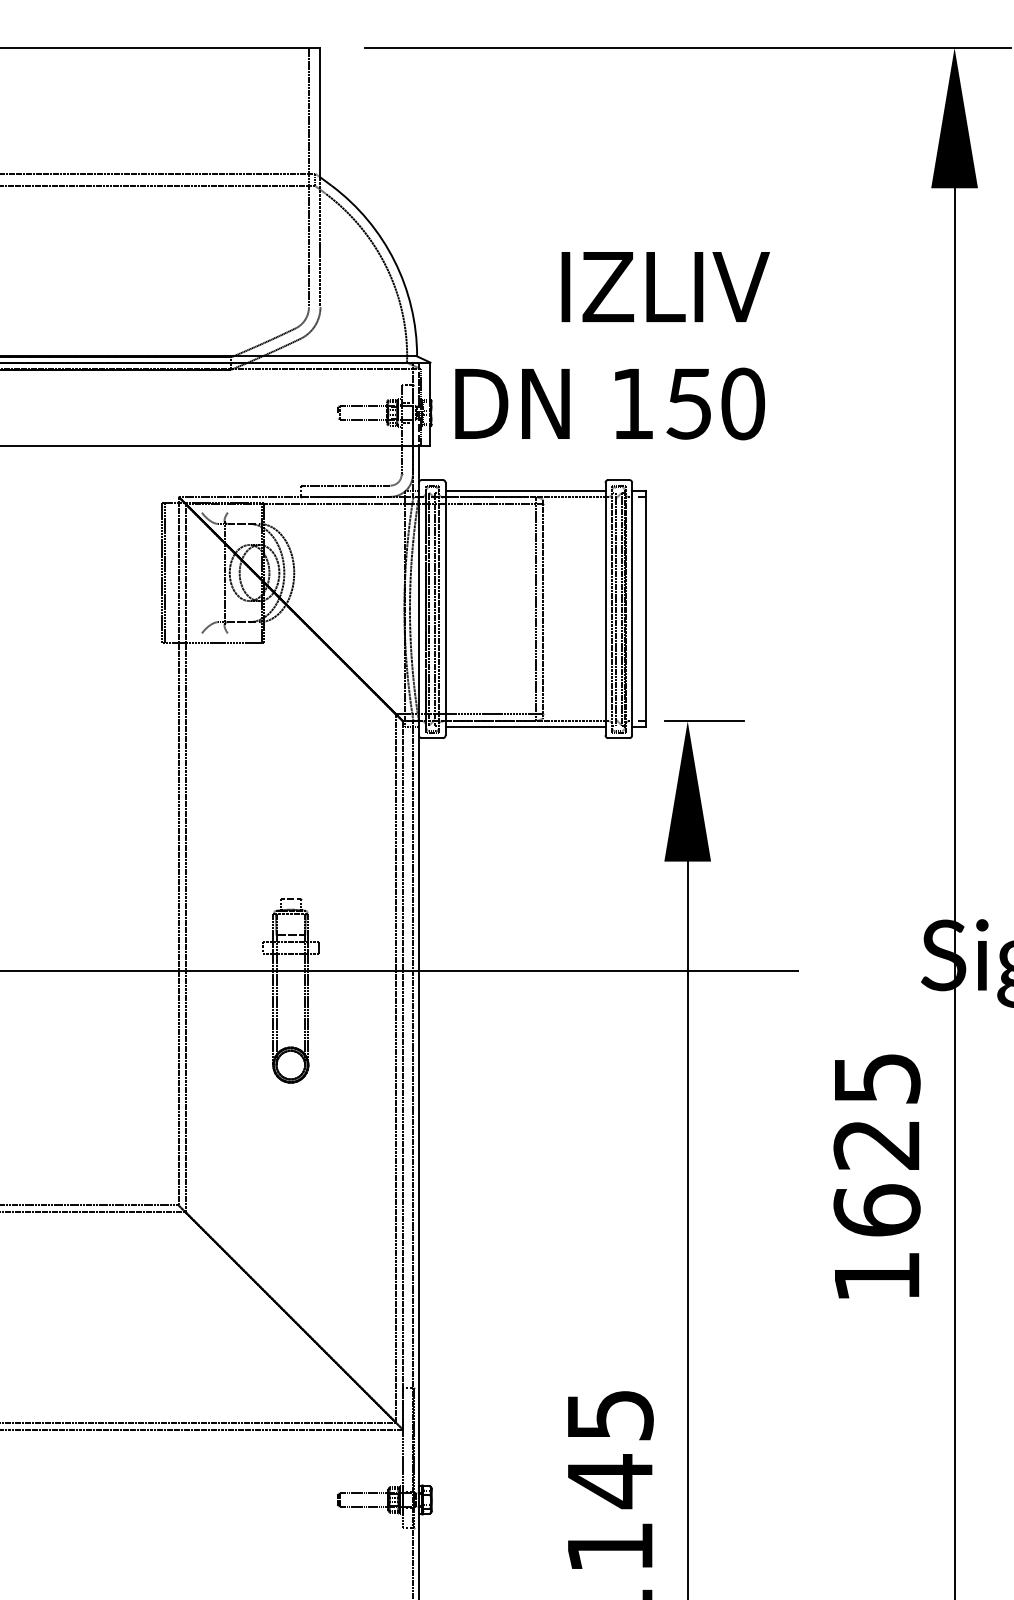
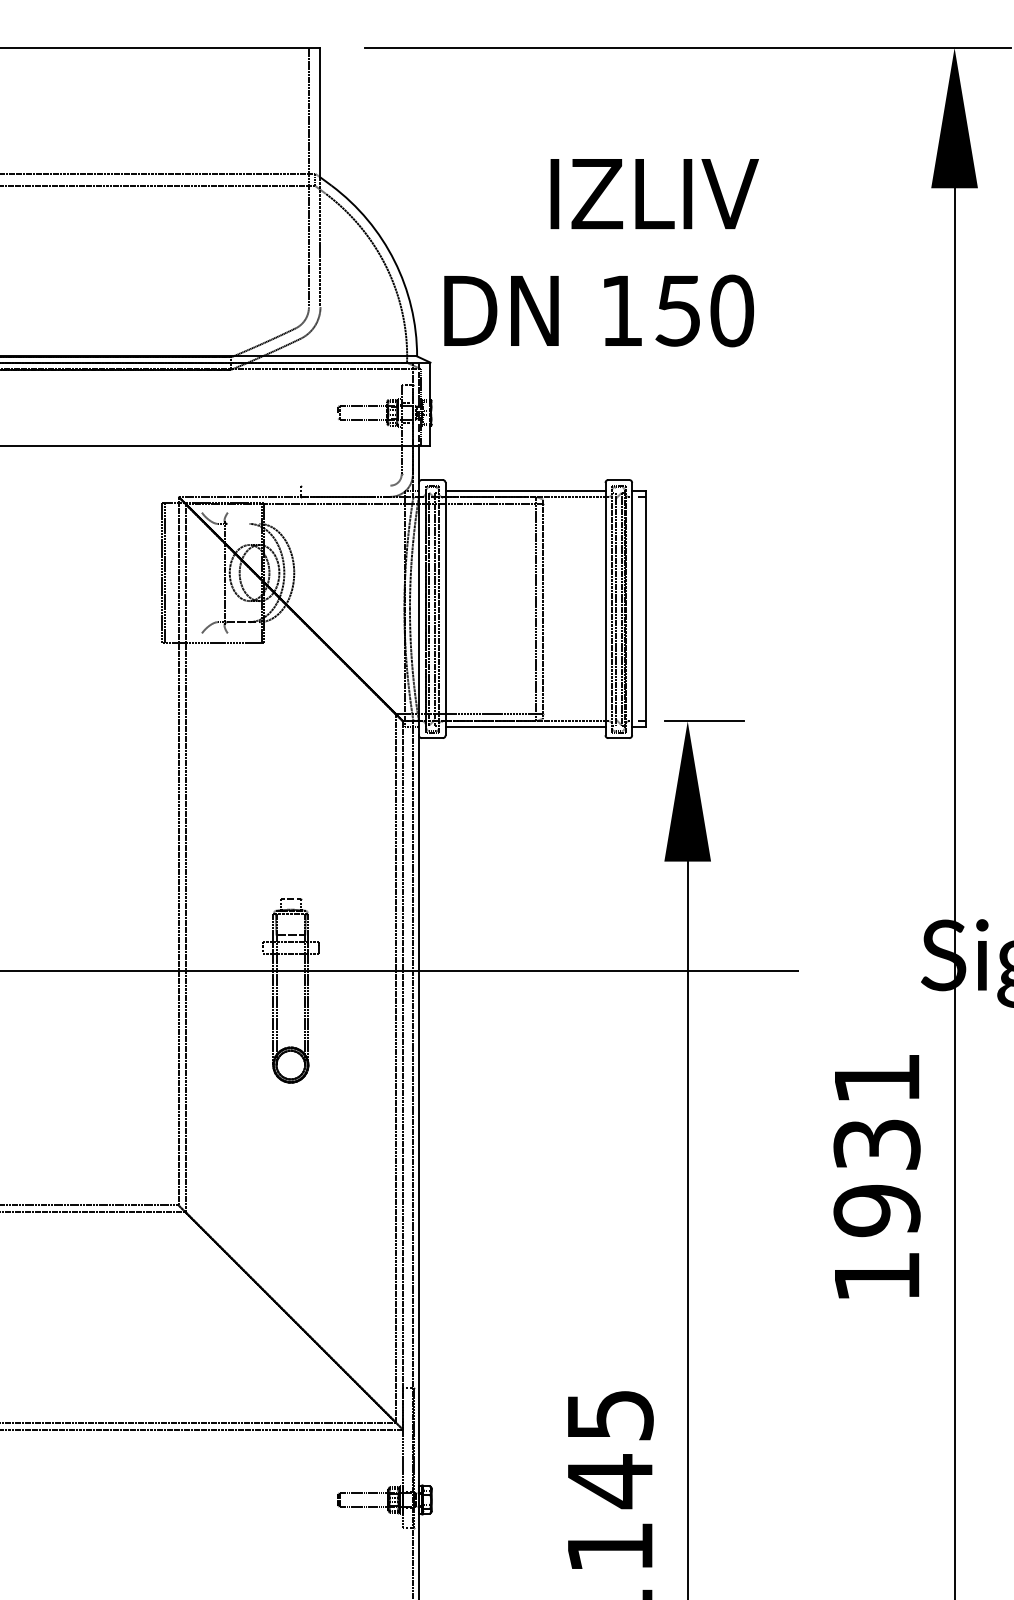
text at (612, 346) position: (612, 346) -> (601, 253)
line at (345, 485): present -> none
line at (243, 523): present -> none
text at (876, 1145): 1625 -> 1931
